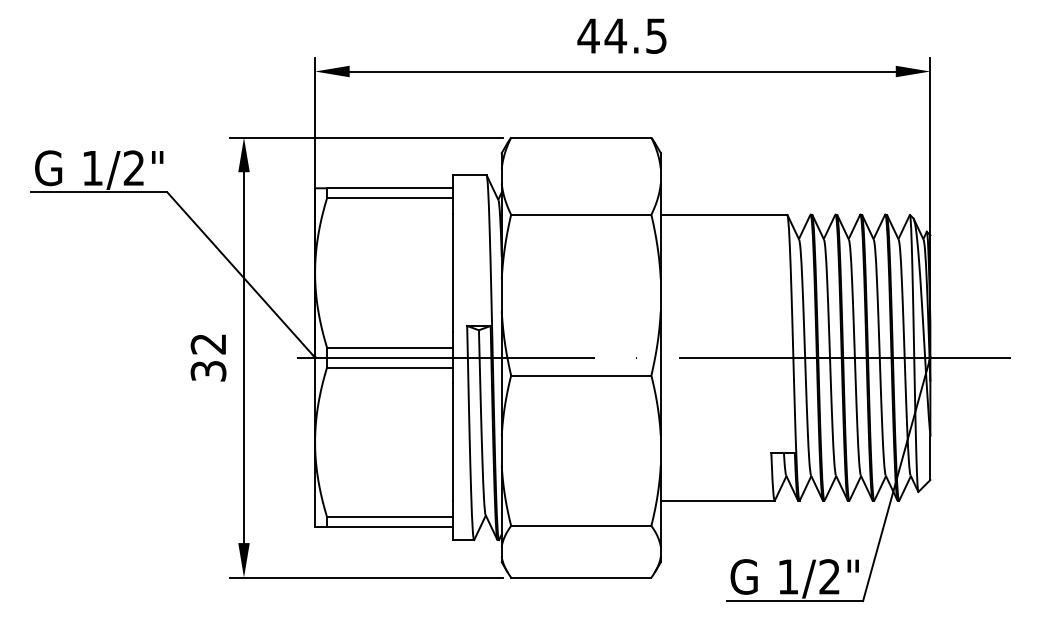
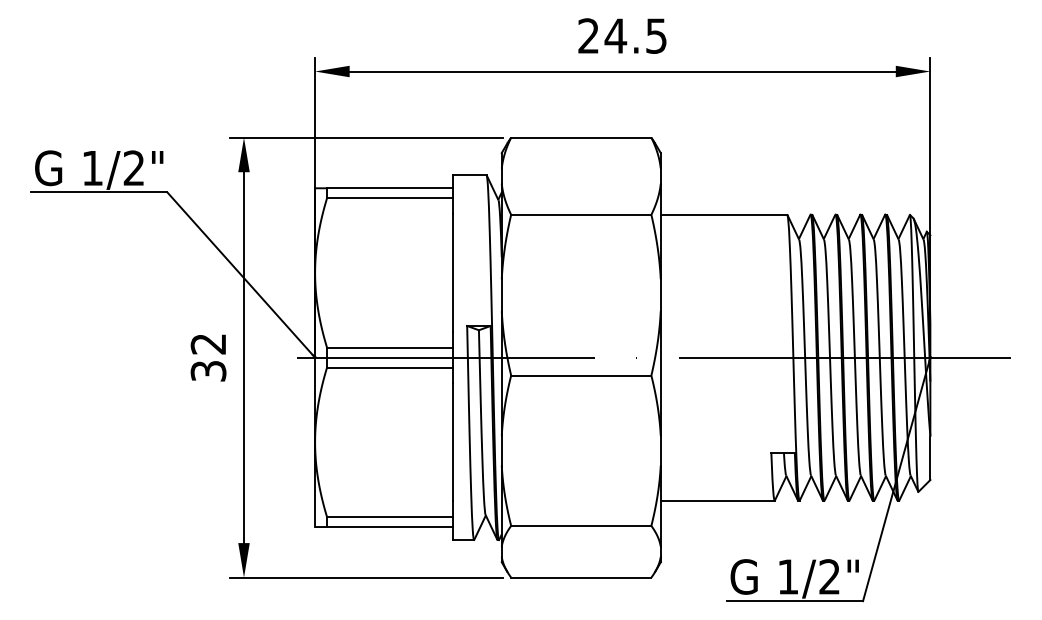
text at (588, 35): 44.5 -> 24.5
